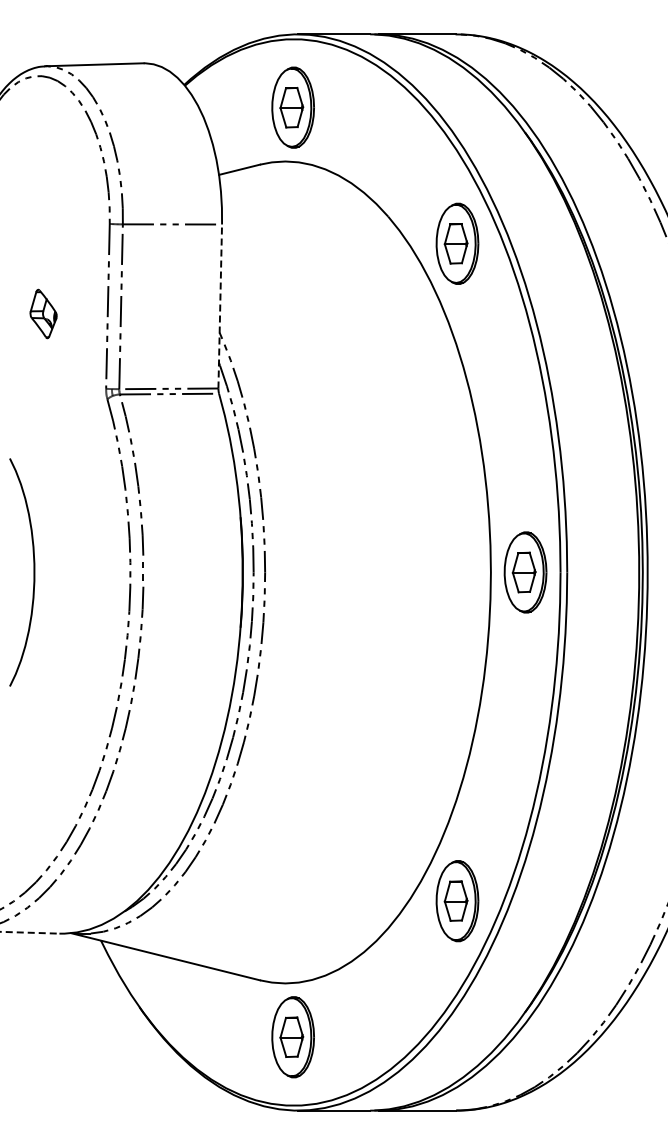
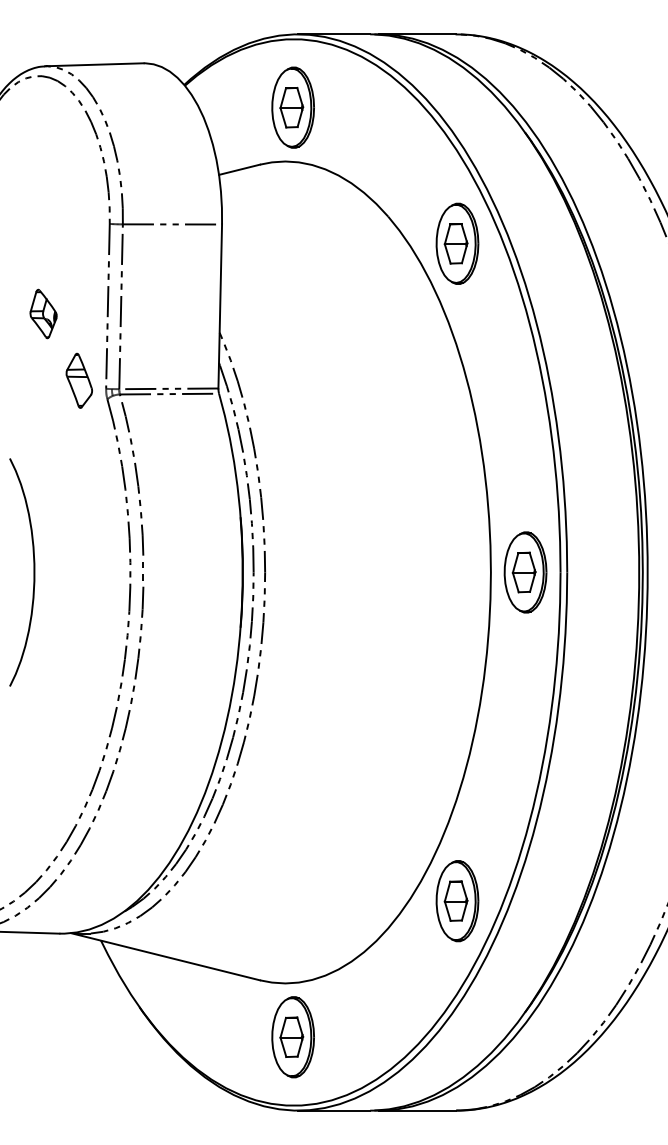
line at (220, 306): dashed -> solid
part at (78, 380): none -> present
line at (30, 932): dashed -> solid
